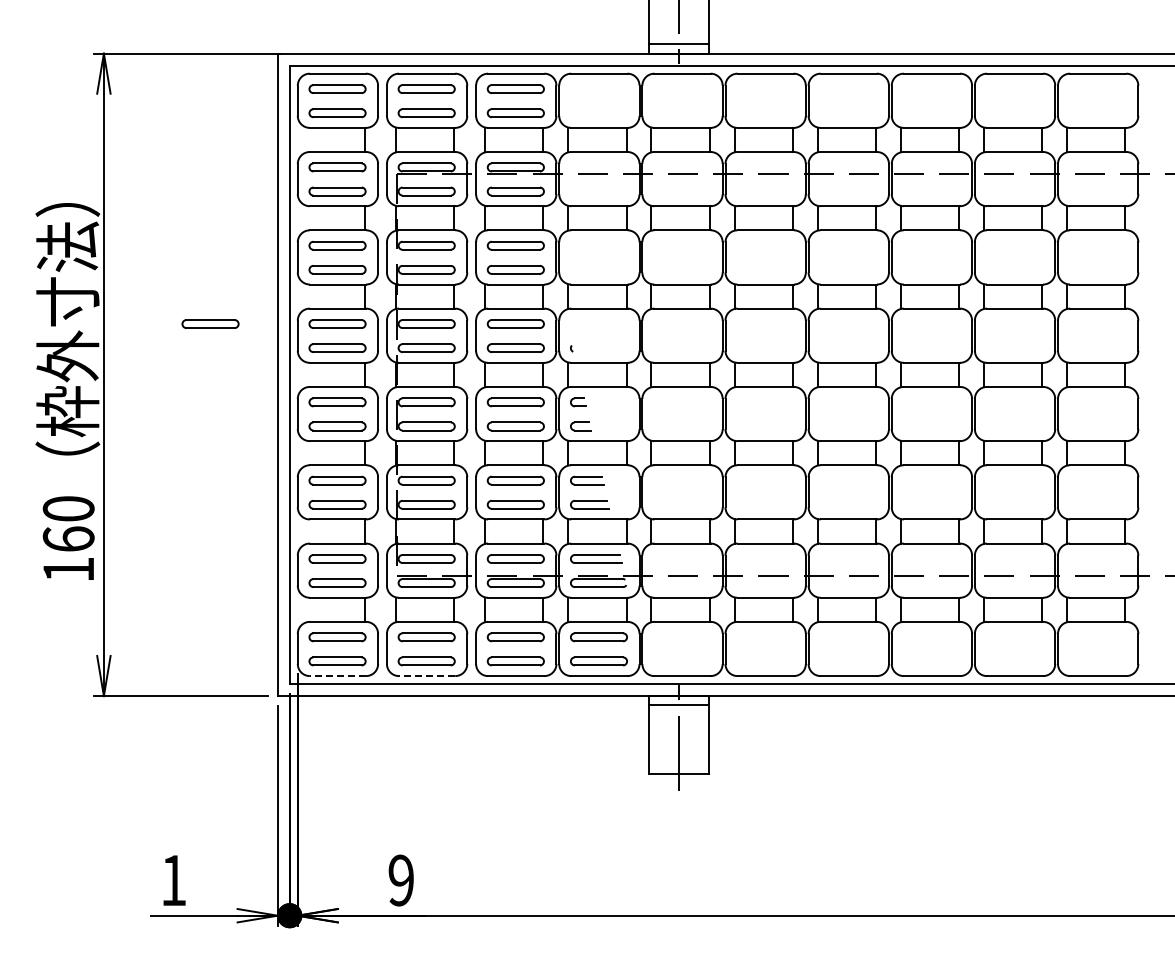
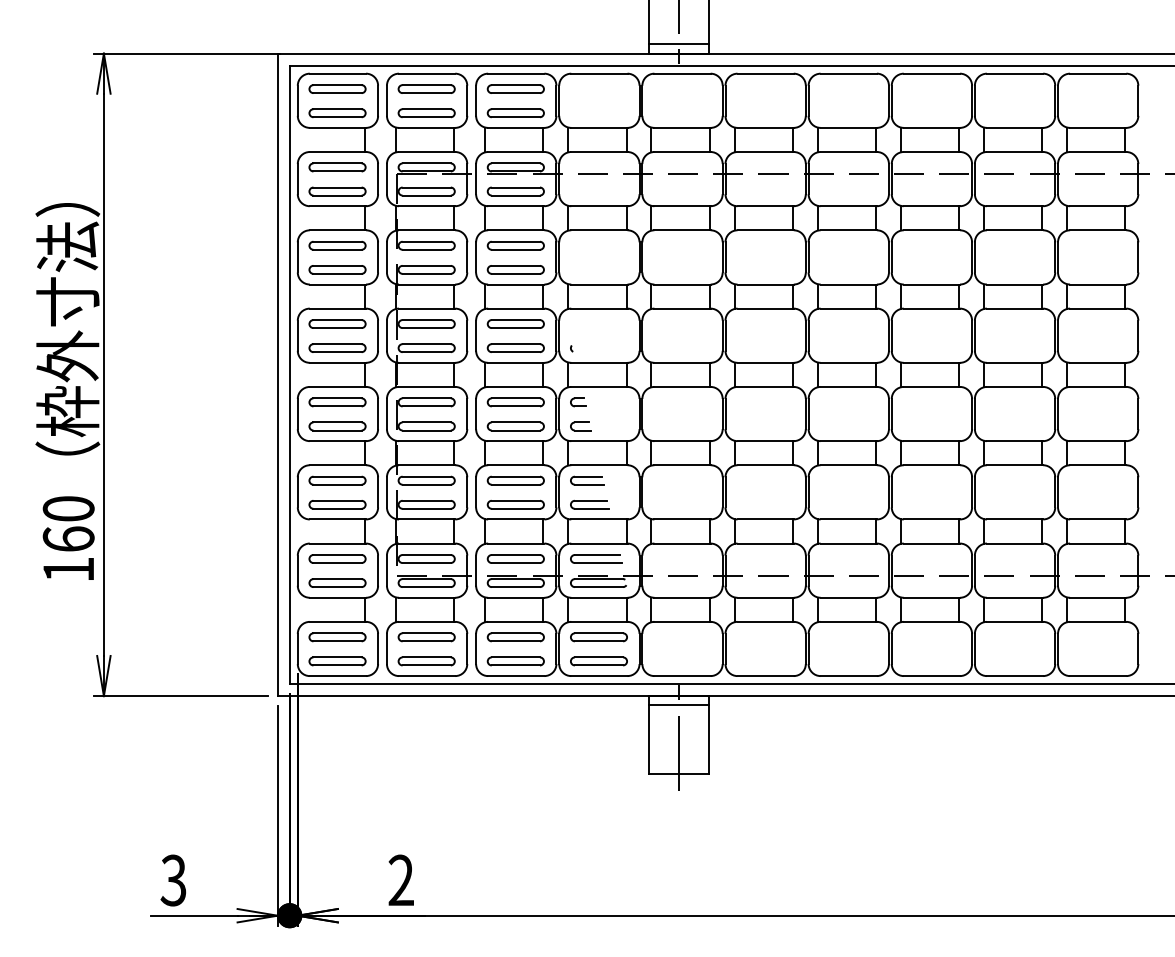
part at (210, 323): present -> none
line at (337, 676): dashed -> solid
line at (426, 676): dashed -> solid
text at (173, 880): 1 -> 3
text at (400, 880): 9 -> 2
